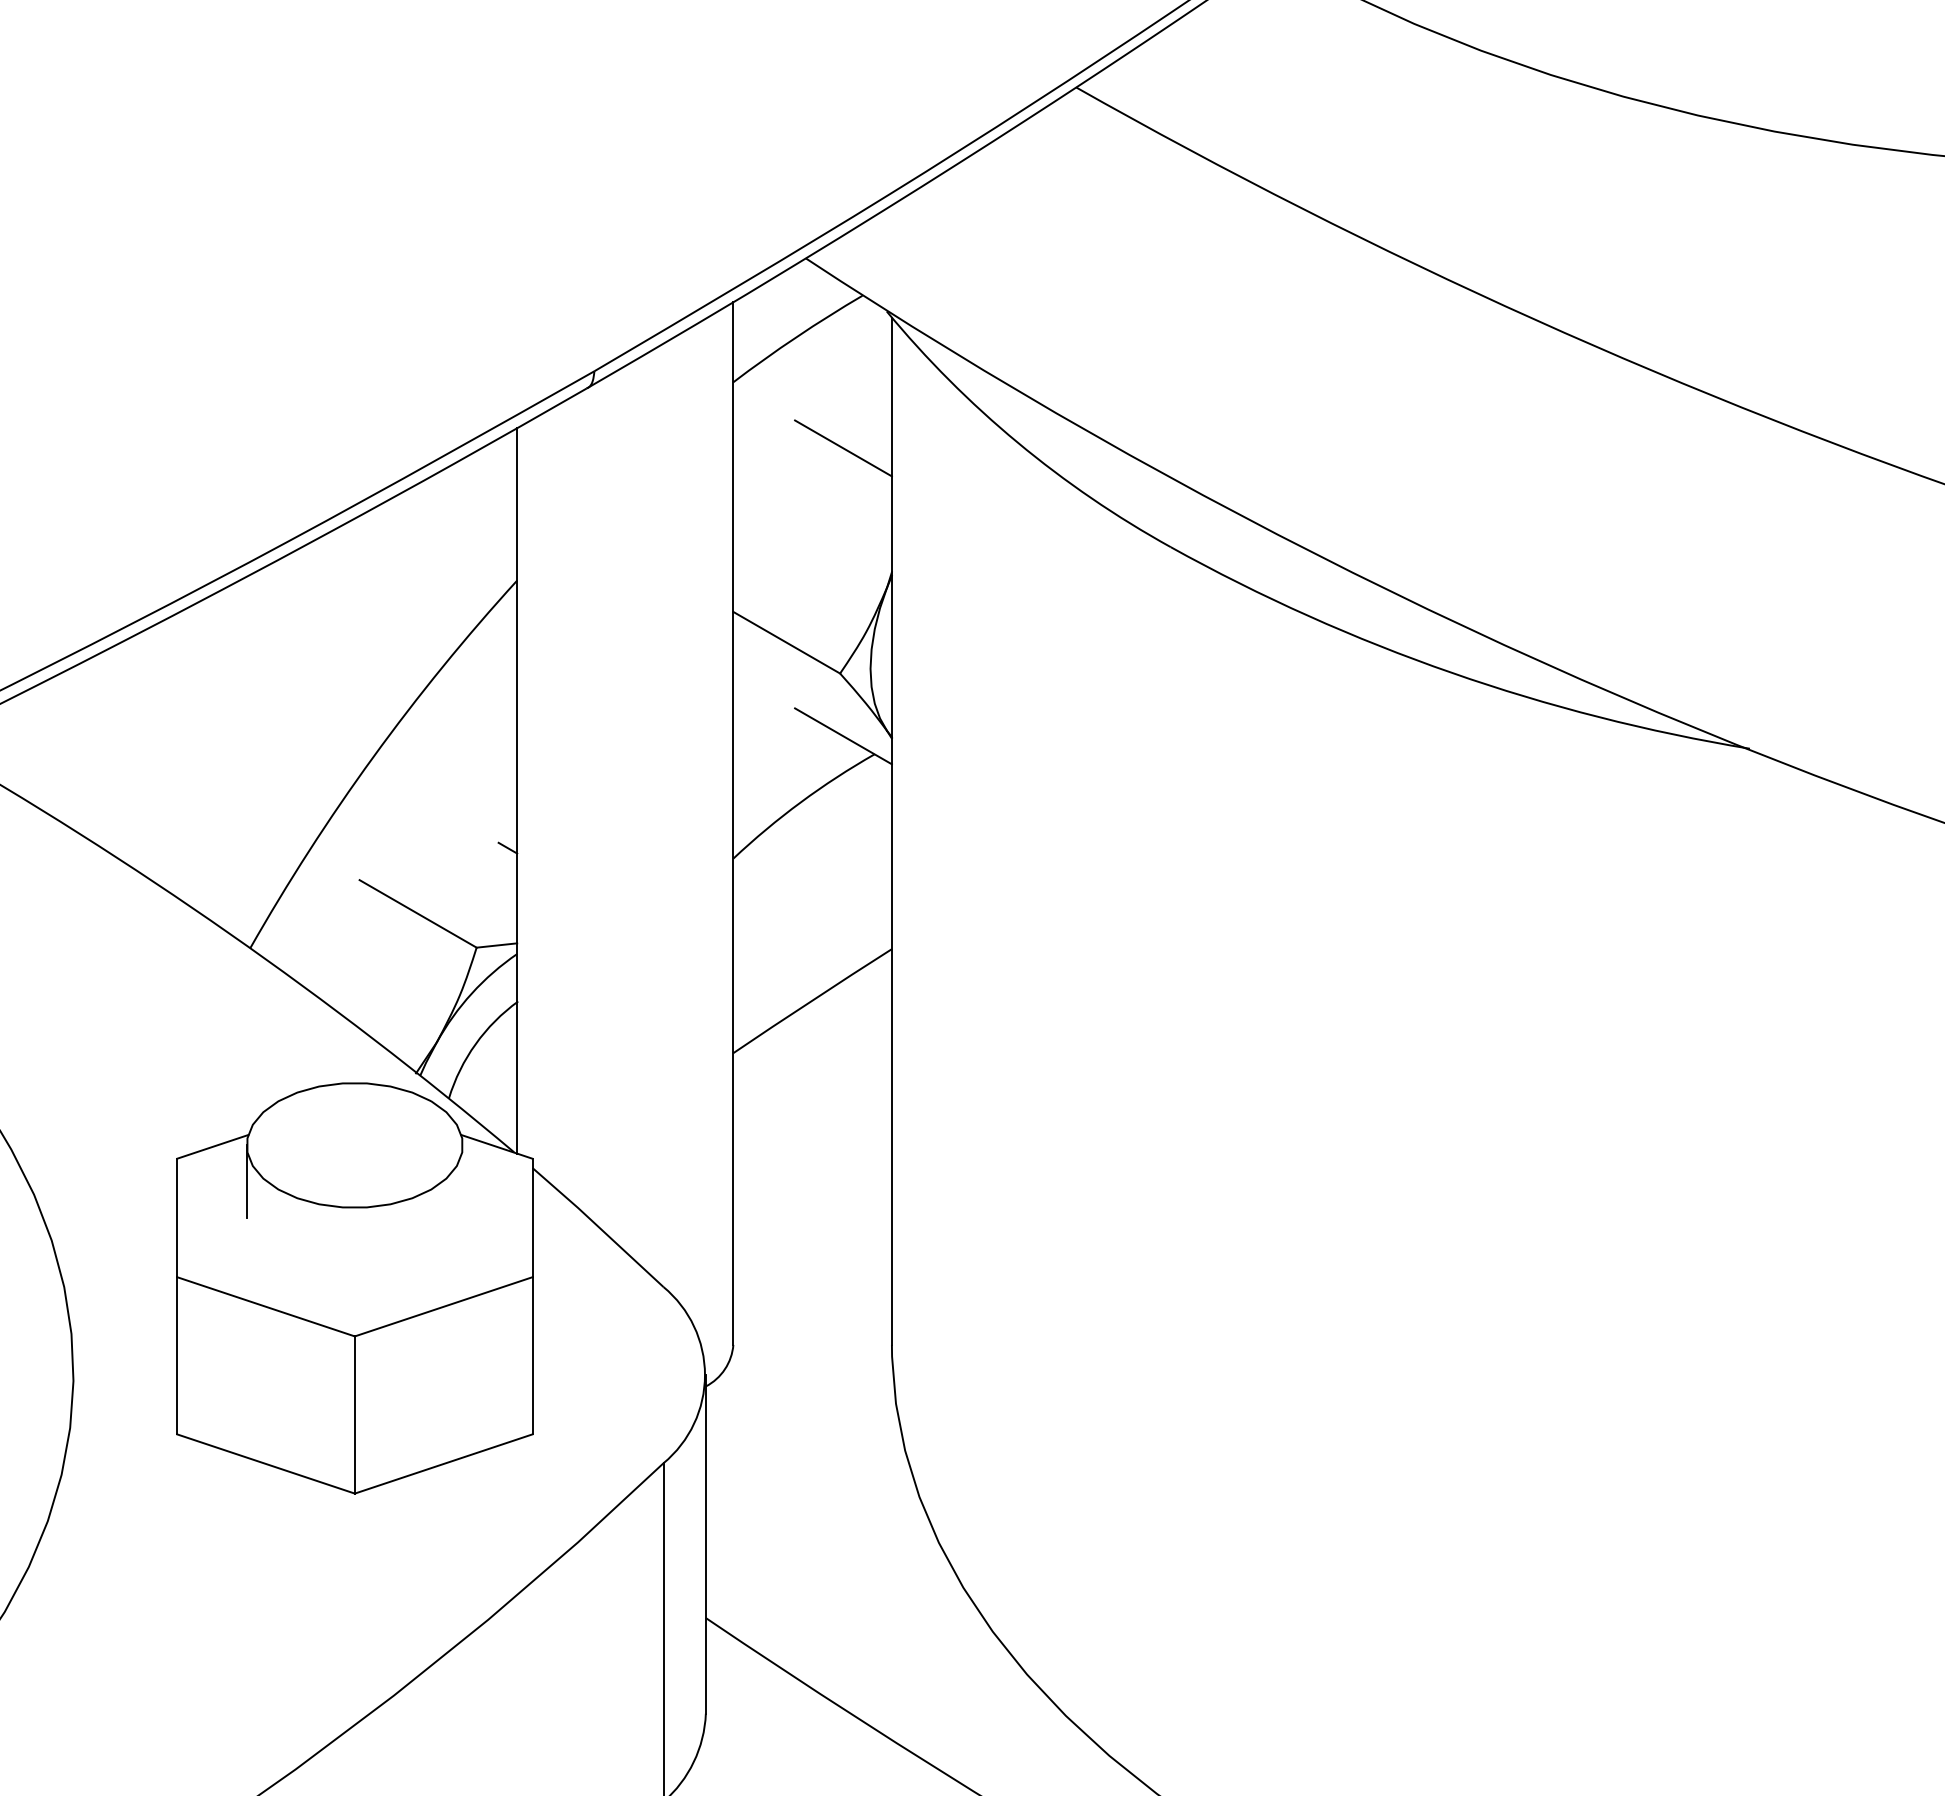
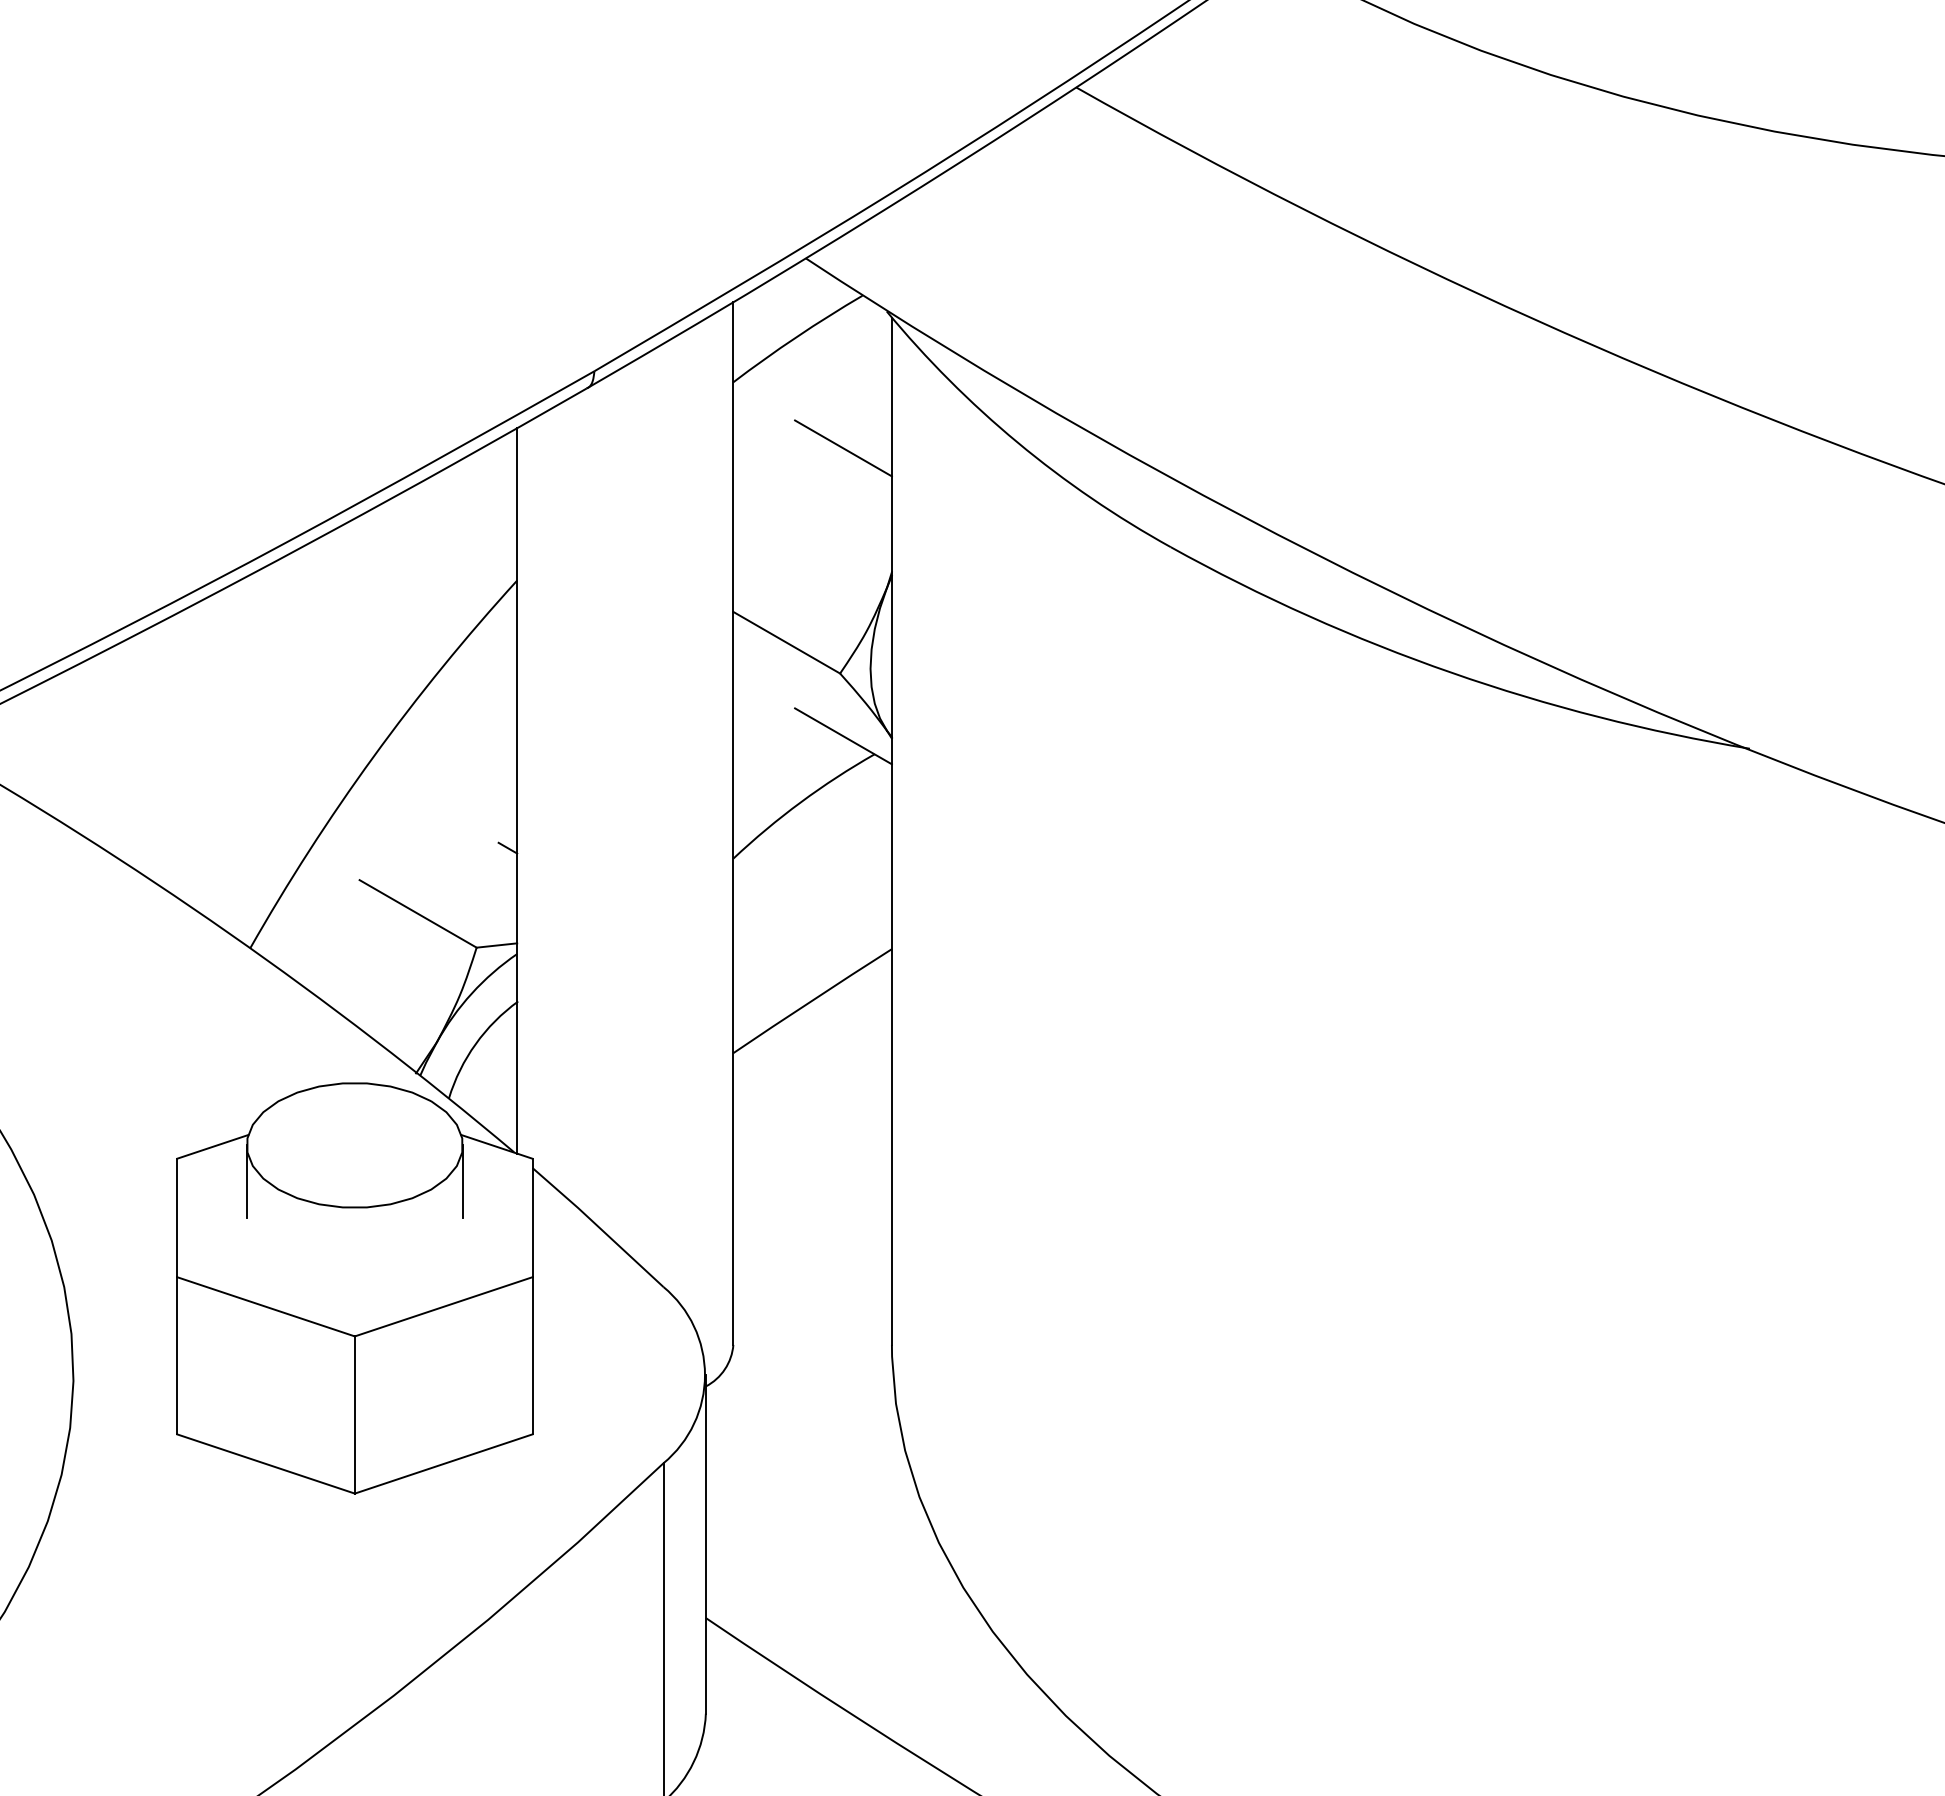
line at (462, 1181): none -> present
